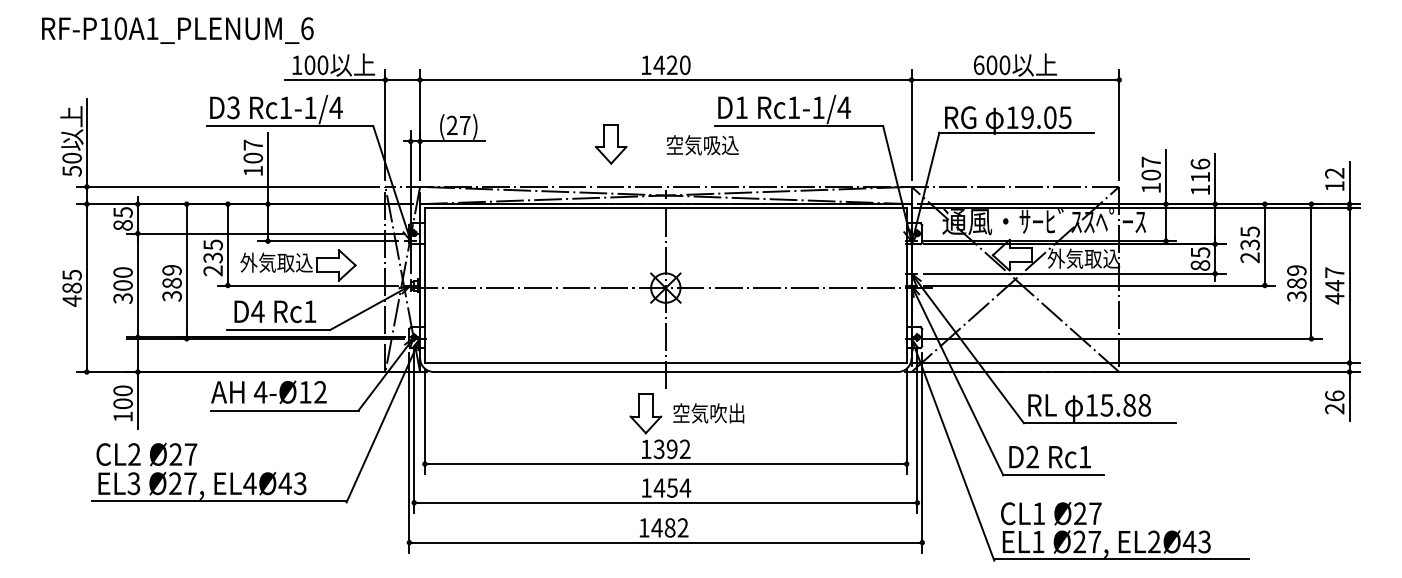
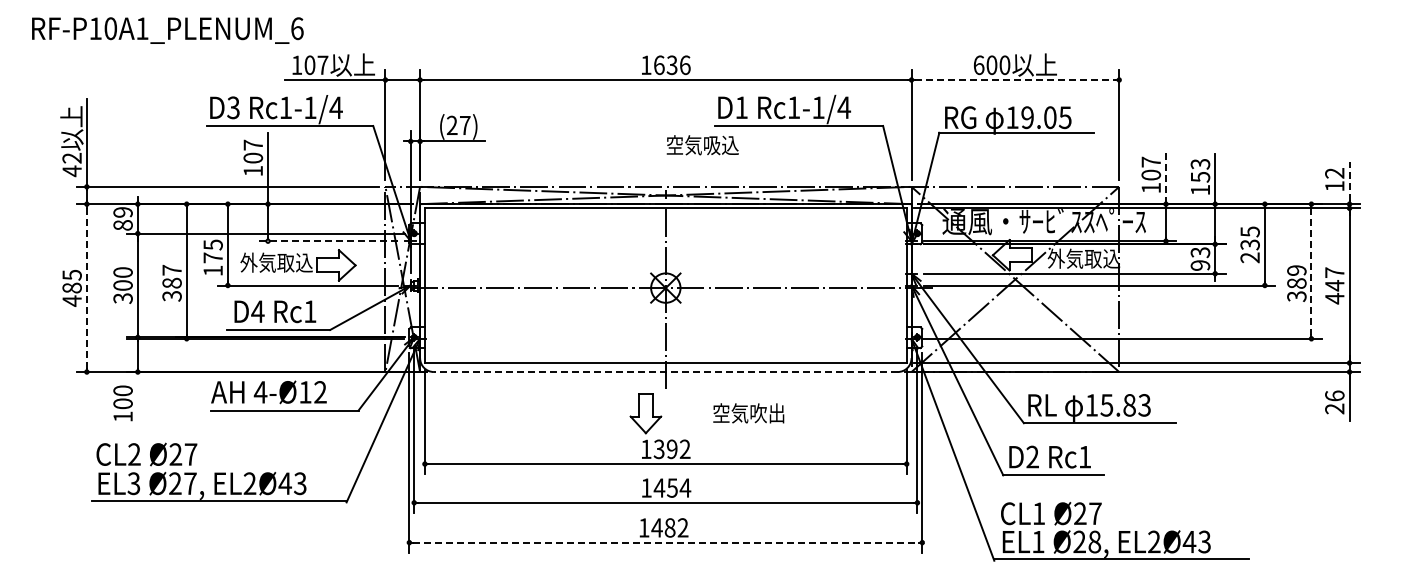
text at (177, 30) position: (177, 30) -> (167, 30)
text at (322, 65): 100 -> 107
text at (671, 65): 1420 -> 1636
line at (1015, 80): solid -> dashed
part at (611, 144): present -> none
text at (71, 164): 50 -> 42
text at (1200, 170): 116 -> 153
line at (1165, 176): solid -> dashed
line at (1349, 181): solid -> dashed
text at (122, 212): 85 -> 89
line at (327, 241): solid -> dashed
text at (1200, 258): 85 -> 93
text at (212, 264): 235 -> 175
text at (171, 269): 389 -> 387
line at (1311, 271): solid -> dashed
line at (86, 288): solid -> dashed
line at (665, 372): solid -> dashed
line at (137, 400): present -> none
text at (1144, 405): 15.88 -> 15.83
text at (708, 413) position: (708, 413) -> (748, 413)
text at (249, 483): EL4Ø43 -> EL2Ø43
text at (1094, 541): Ø27, -> Ø28,
line at (666, 542): solid -> dashed
